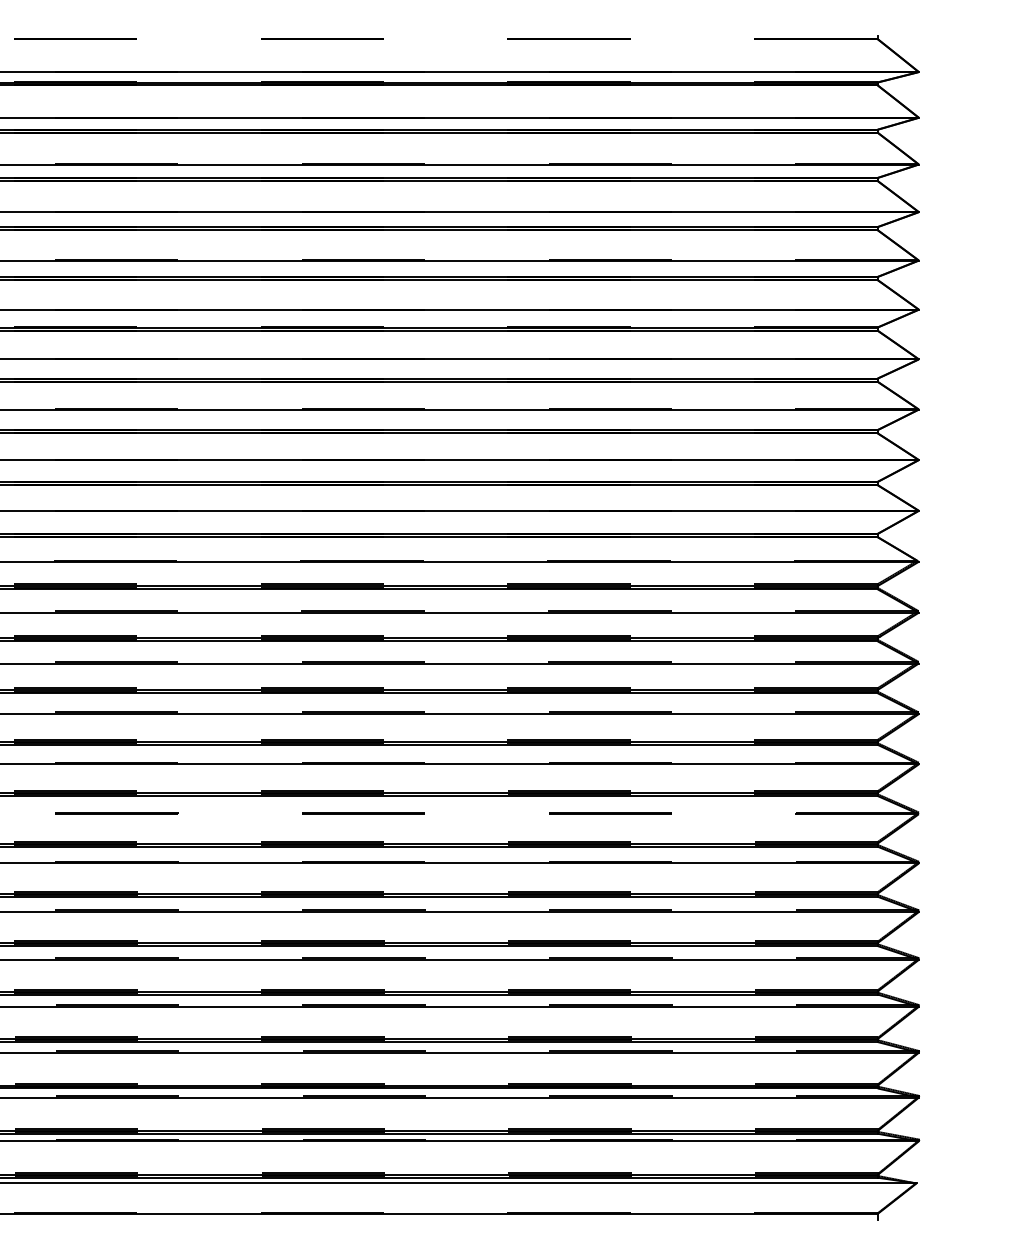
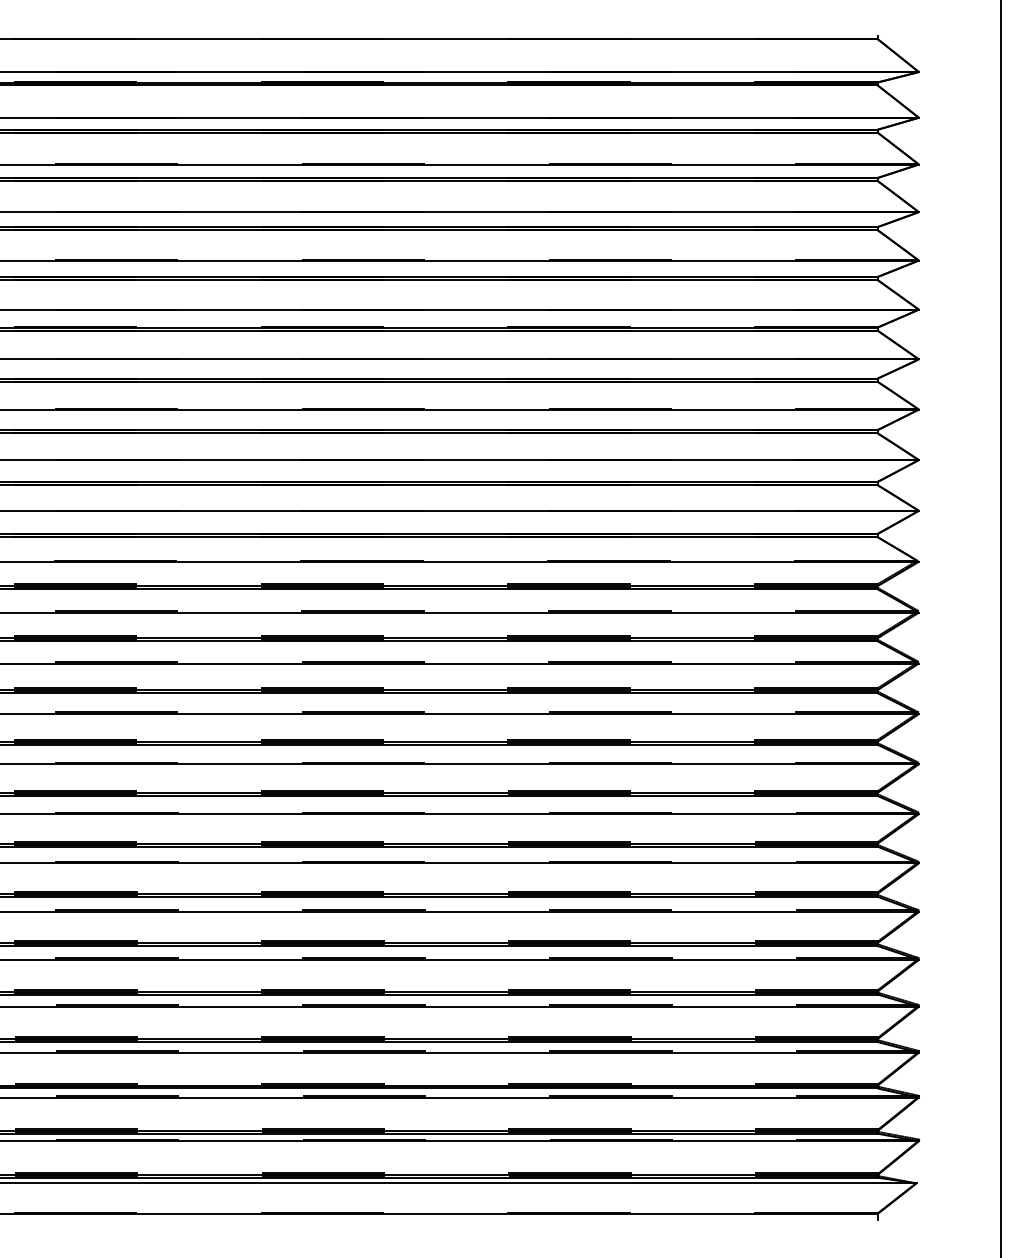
line at (439, 39): dashed -> solid
line at (1001, 628): none -> present
line at (459, 814): dashed -> solid
